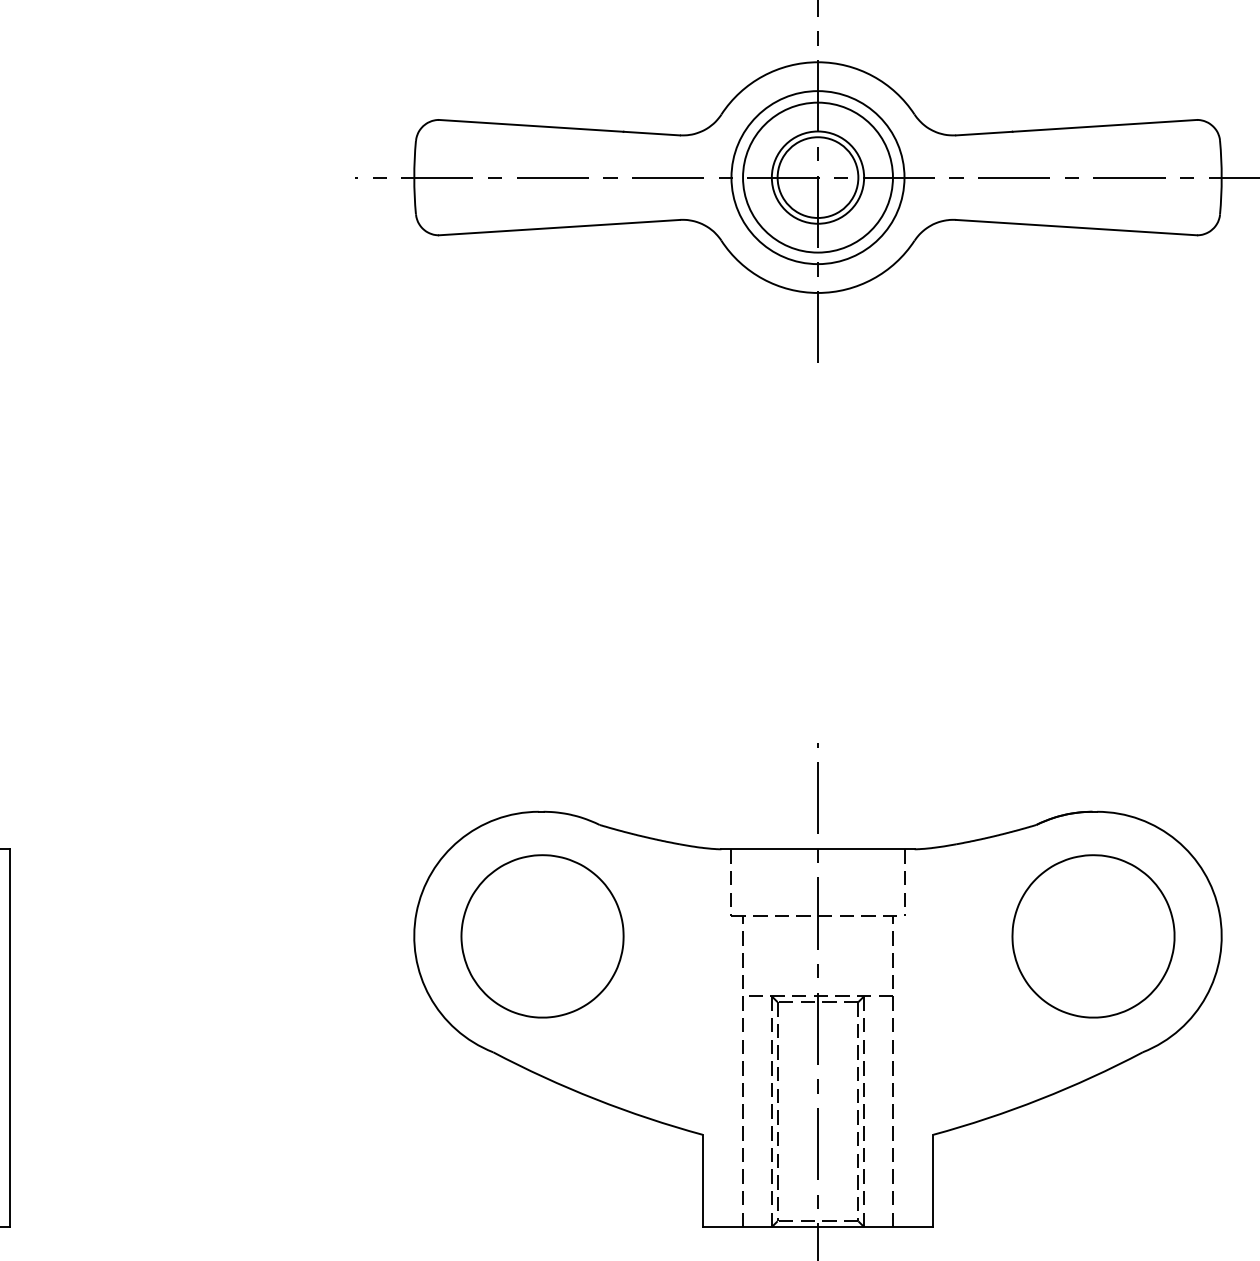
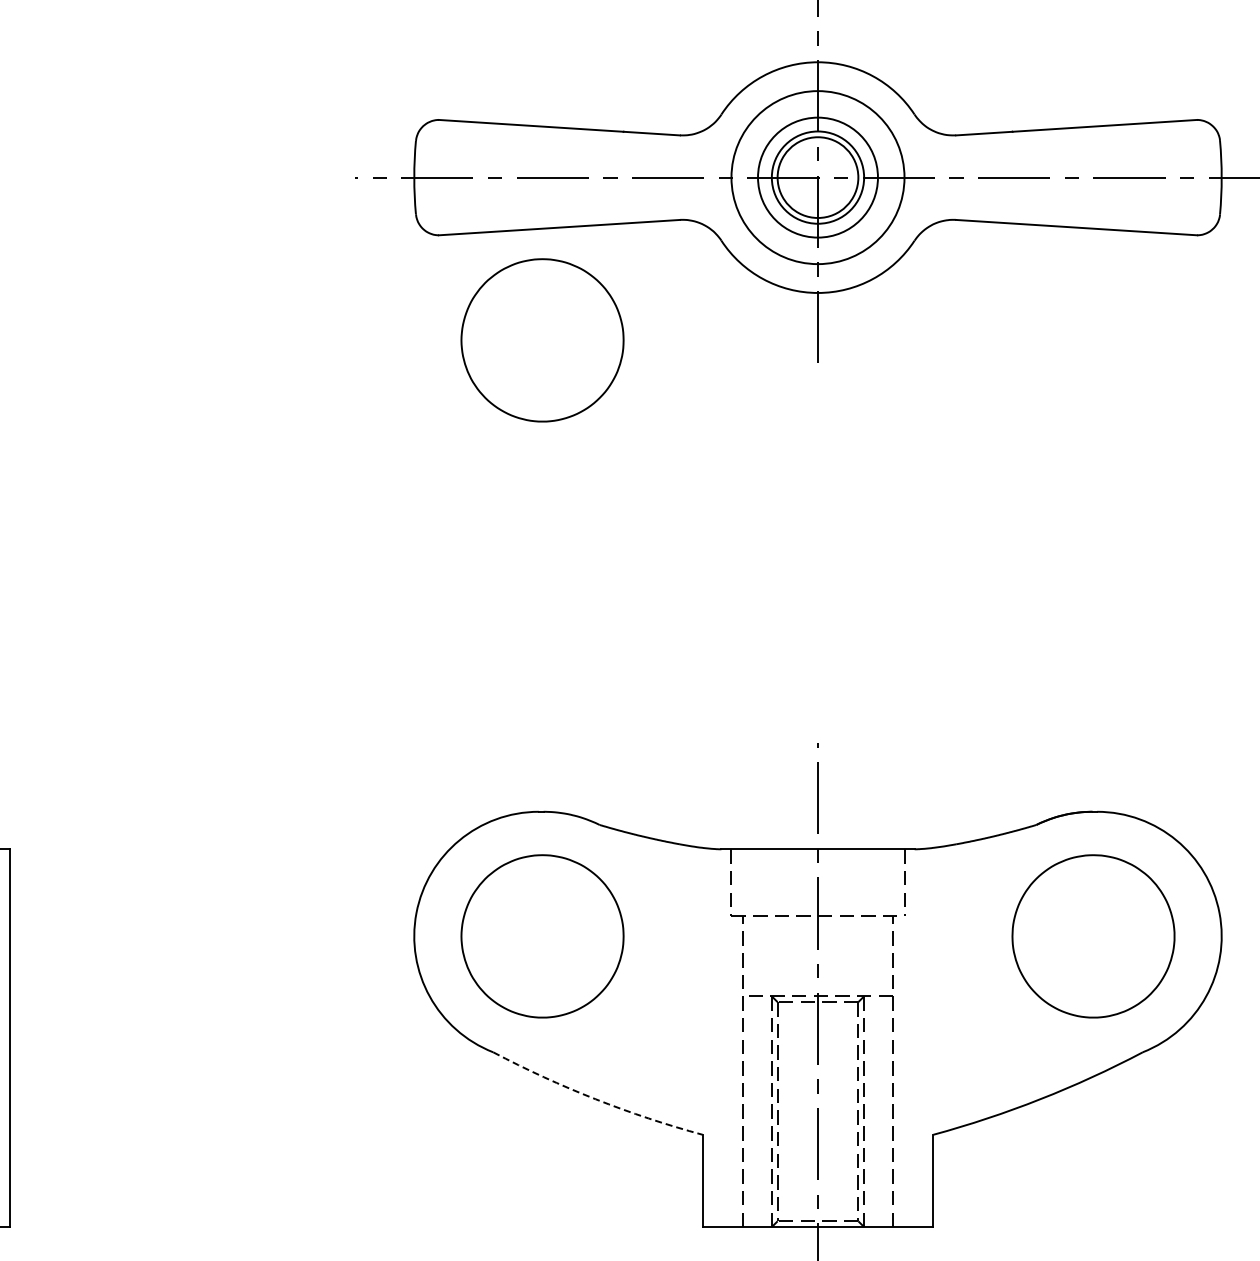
circle at (817, 177) diameter: 150 px -> 120 px
part at (542, 340): none -> present
arc at (595, 1099): solid -> dashed
